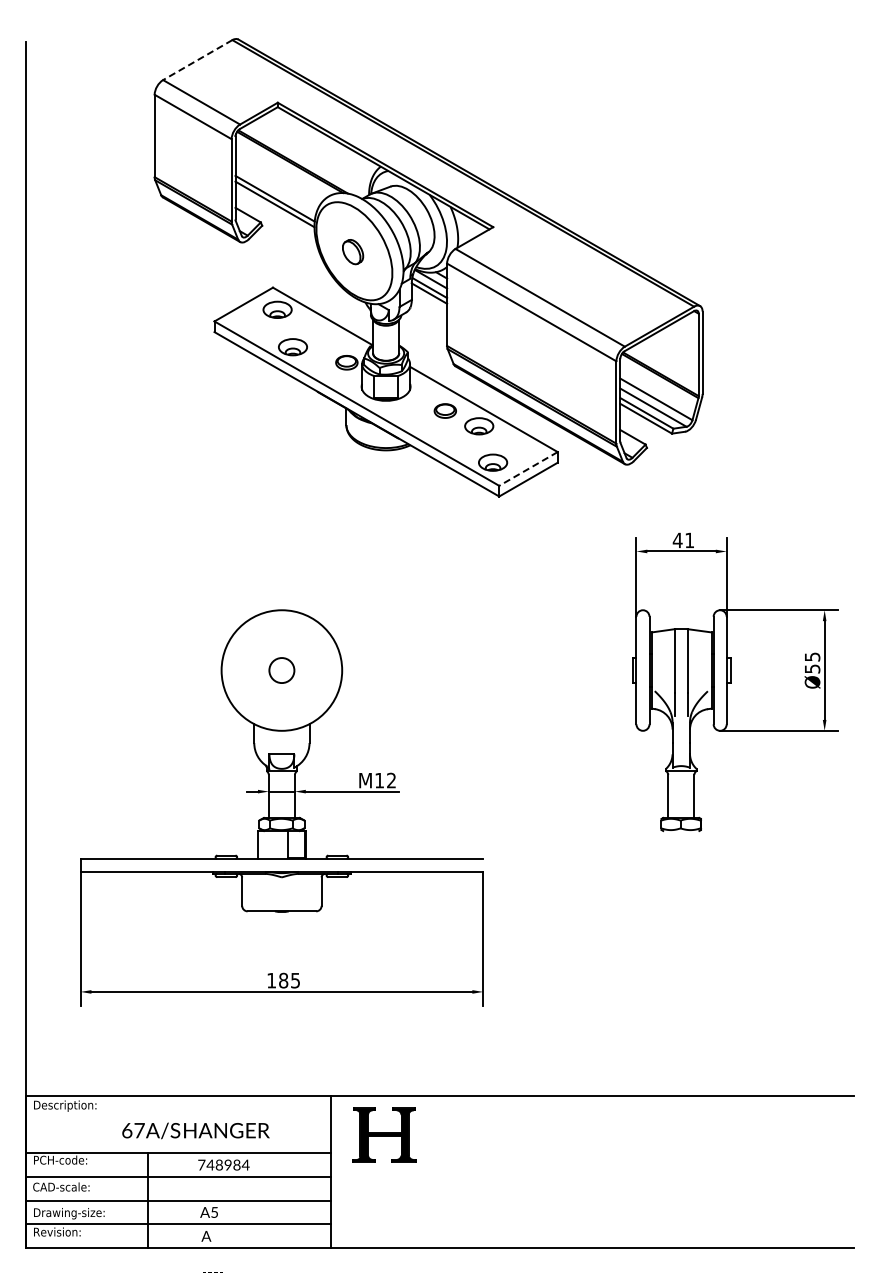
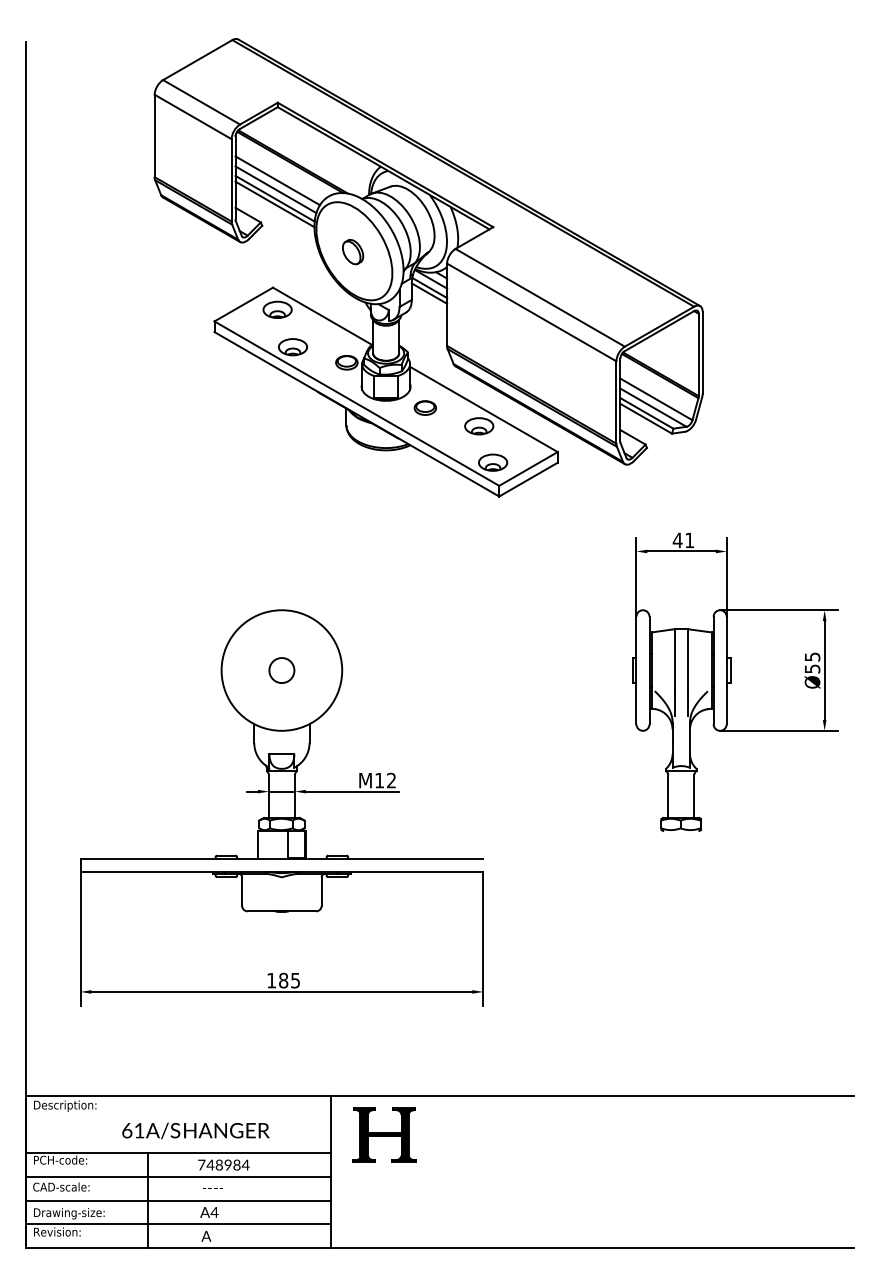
line at (197, 60): dashed -> solid
line at (277, 180): none -> present
line at (275, 189): none -> present
part at (444, 410) position: (444, 410) -> (424, 407)
line at (528, 468): dashed -> solid
text at (139, 1130): 67A/S -> 61A/S
text at (214, 1212): A5 -> A4
text at (212, 1272) position: (212, 1272) -> (212, 1188)
